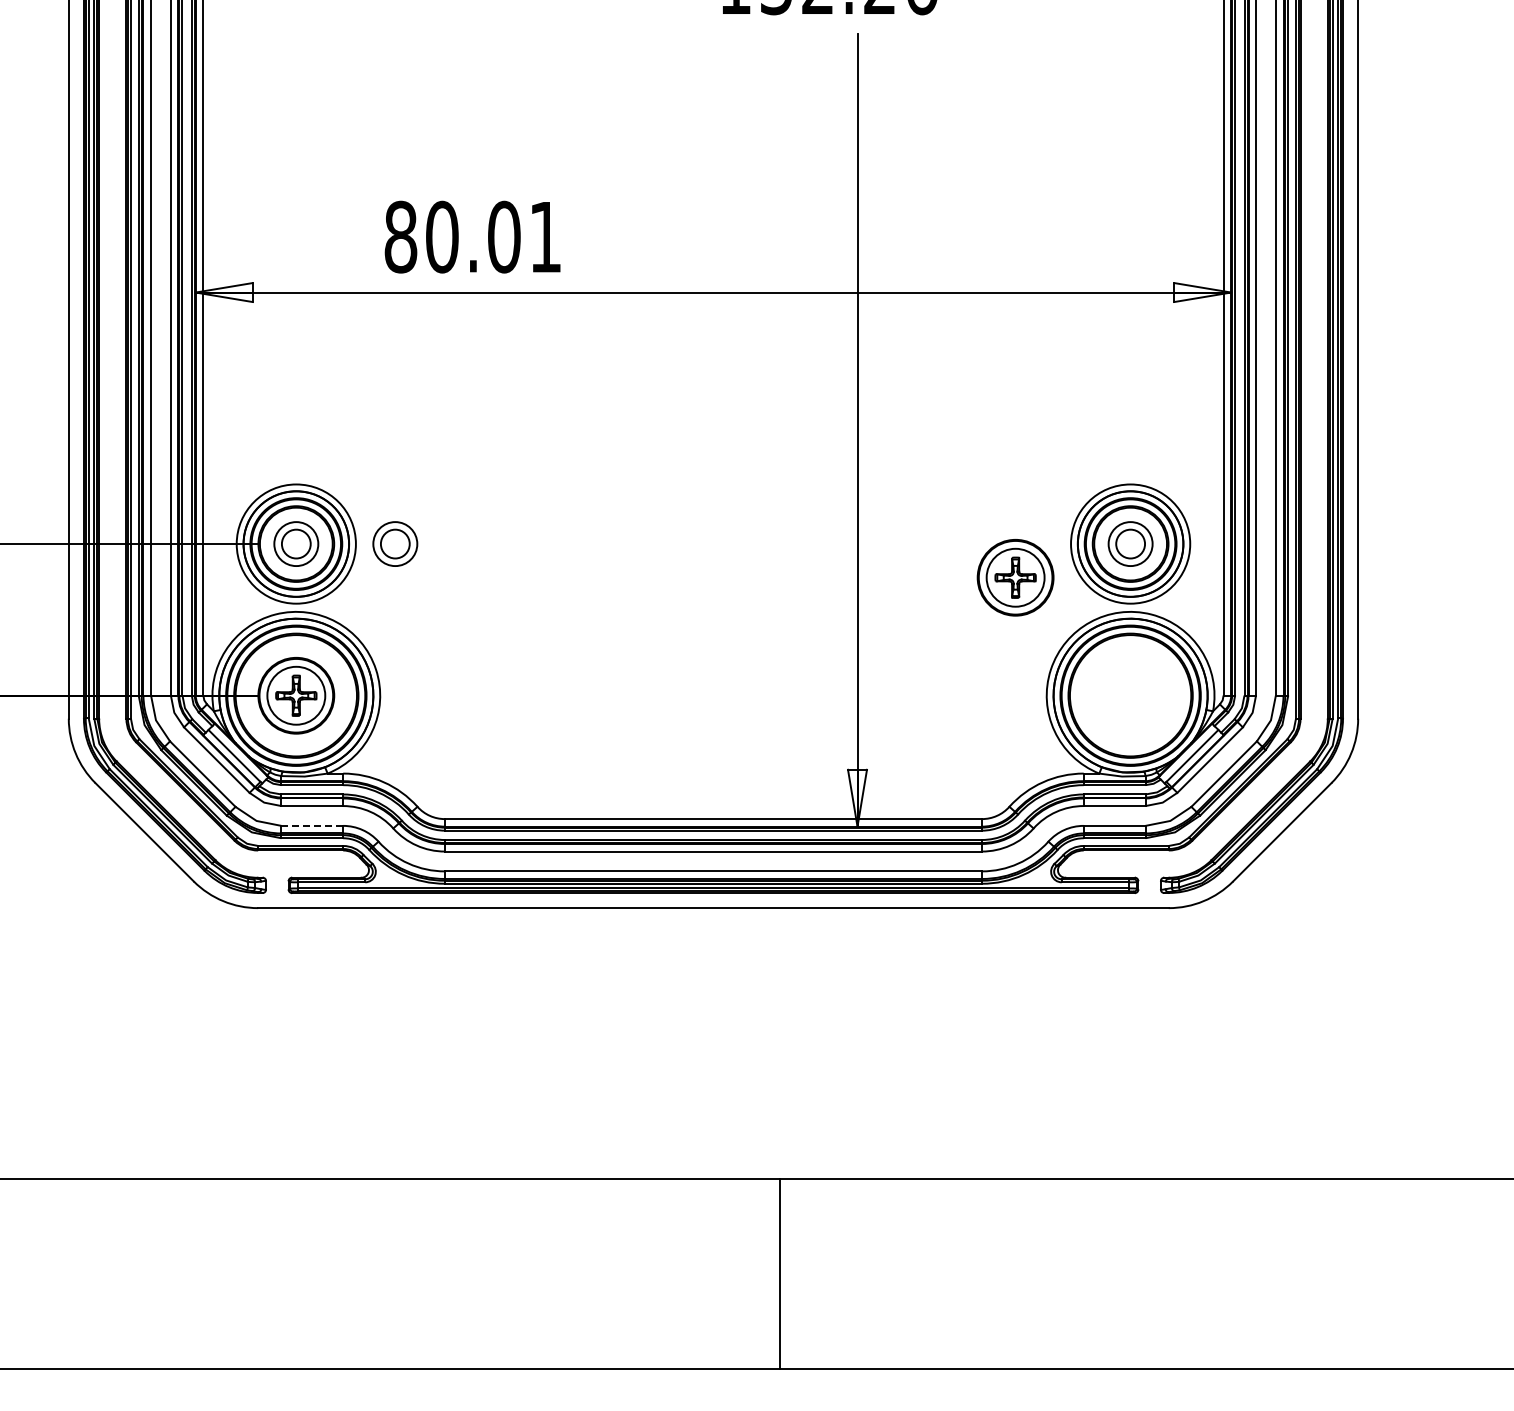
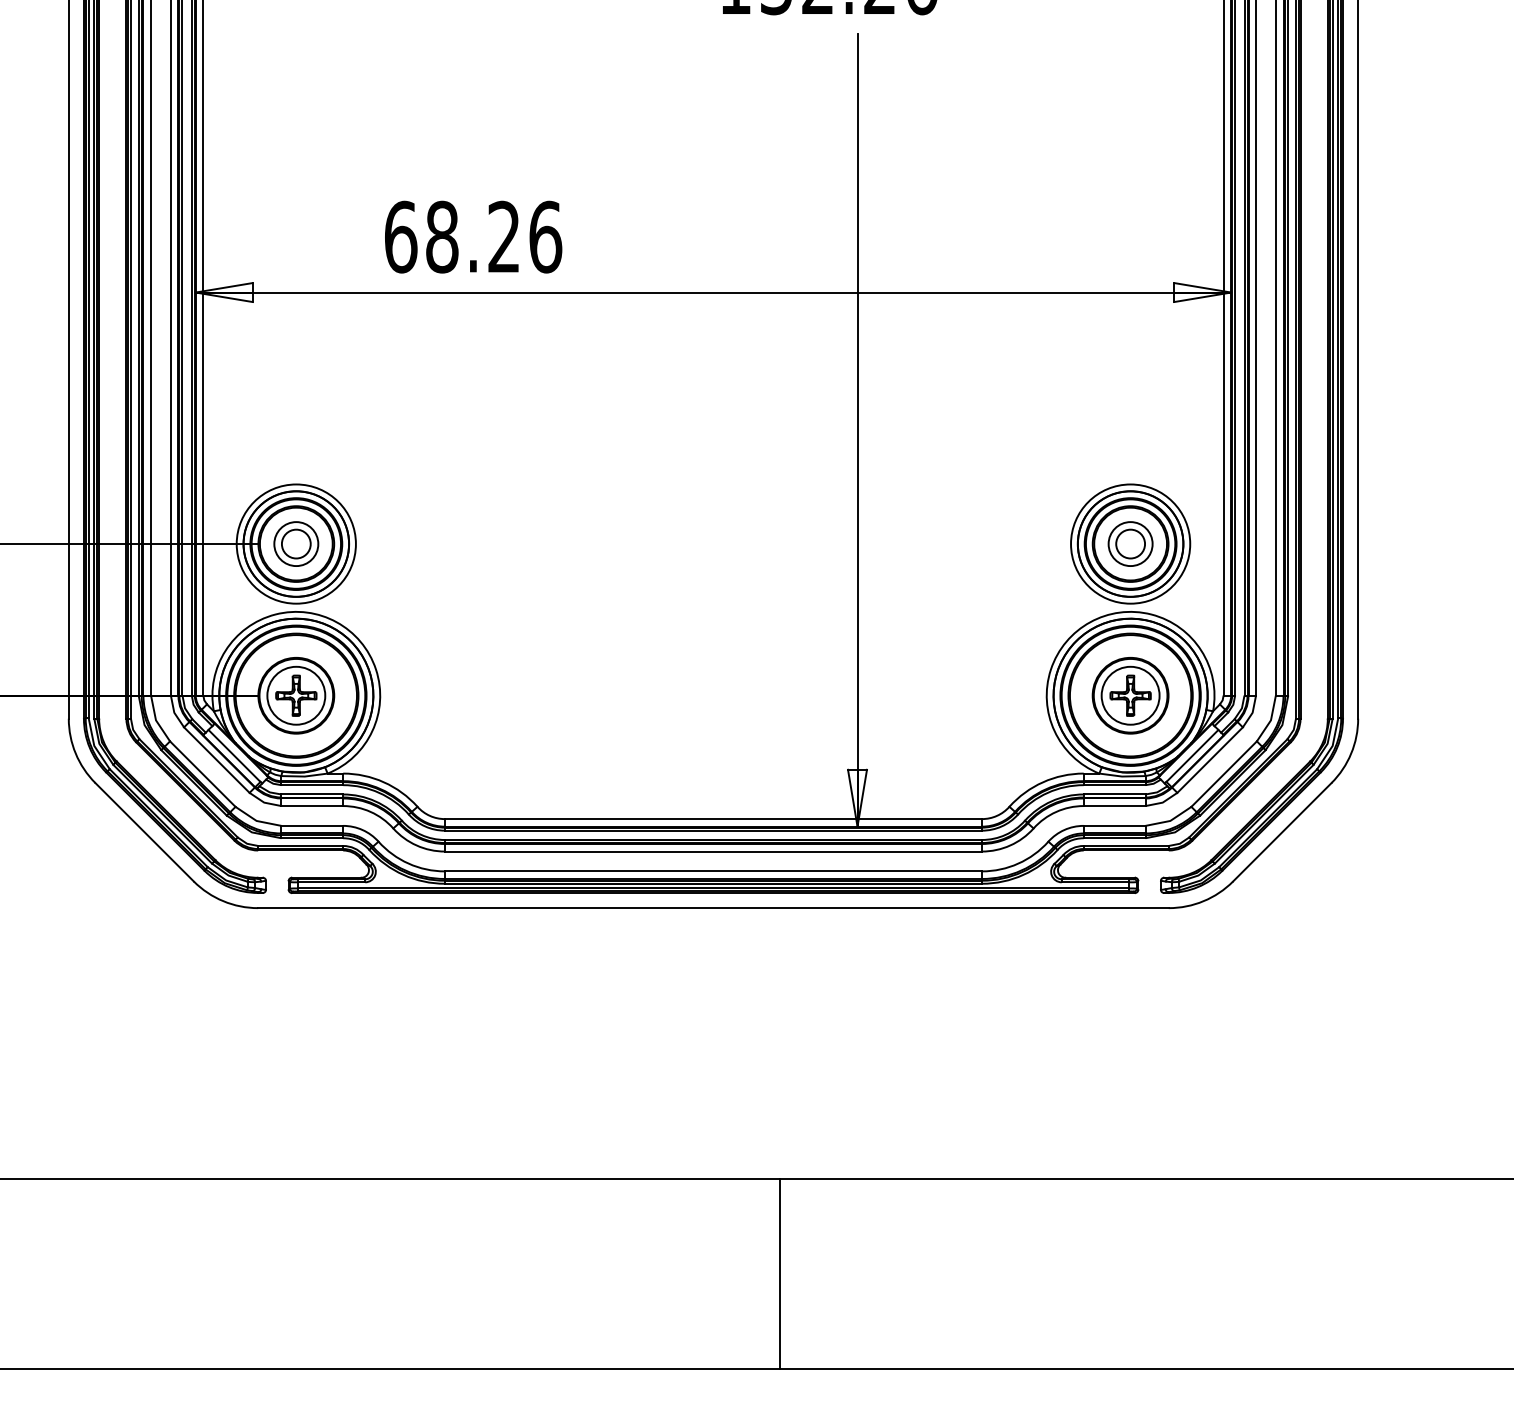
text at (473, 236): 80.01 -> 68.26
part at (395, 543): present -> none
part at (1015, 577) position: (1015, 577) -> (1130, 695)
line at (312, 825): dashed -> solid
